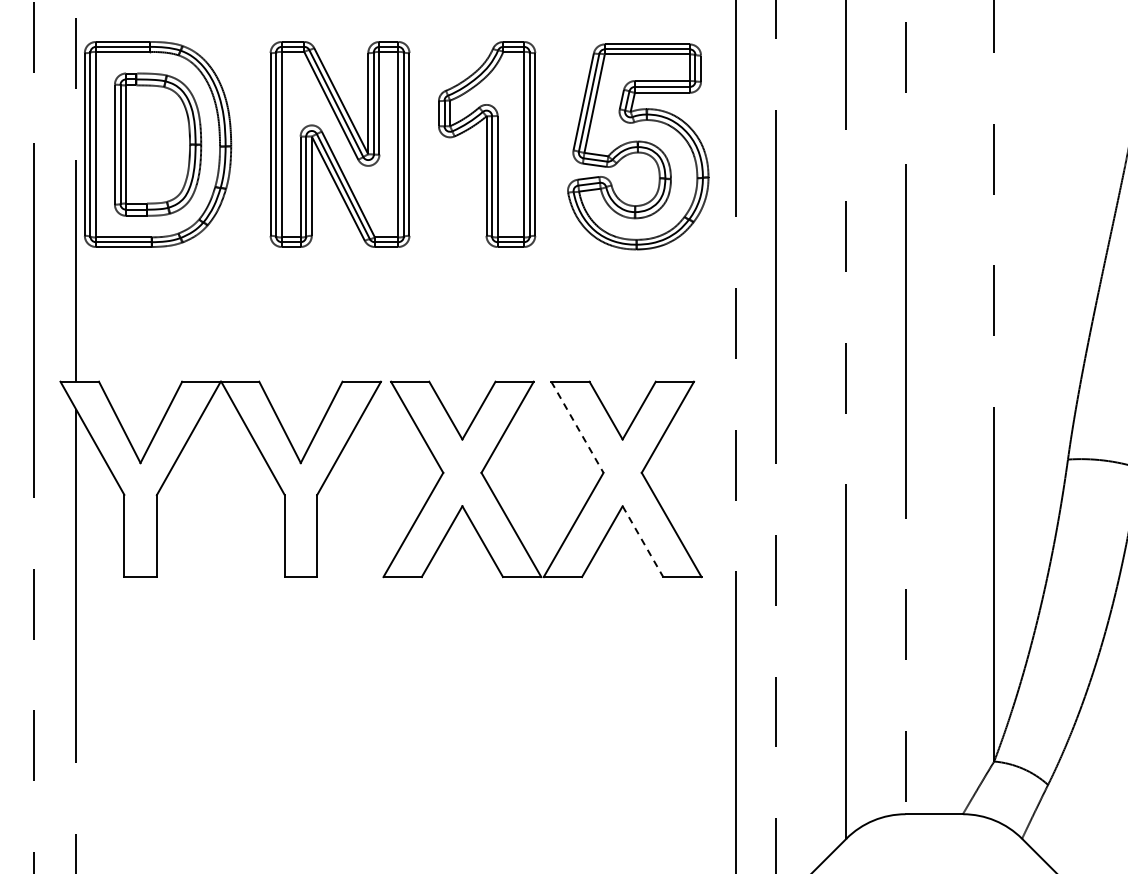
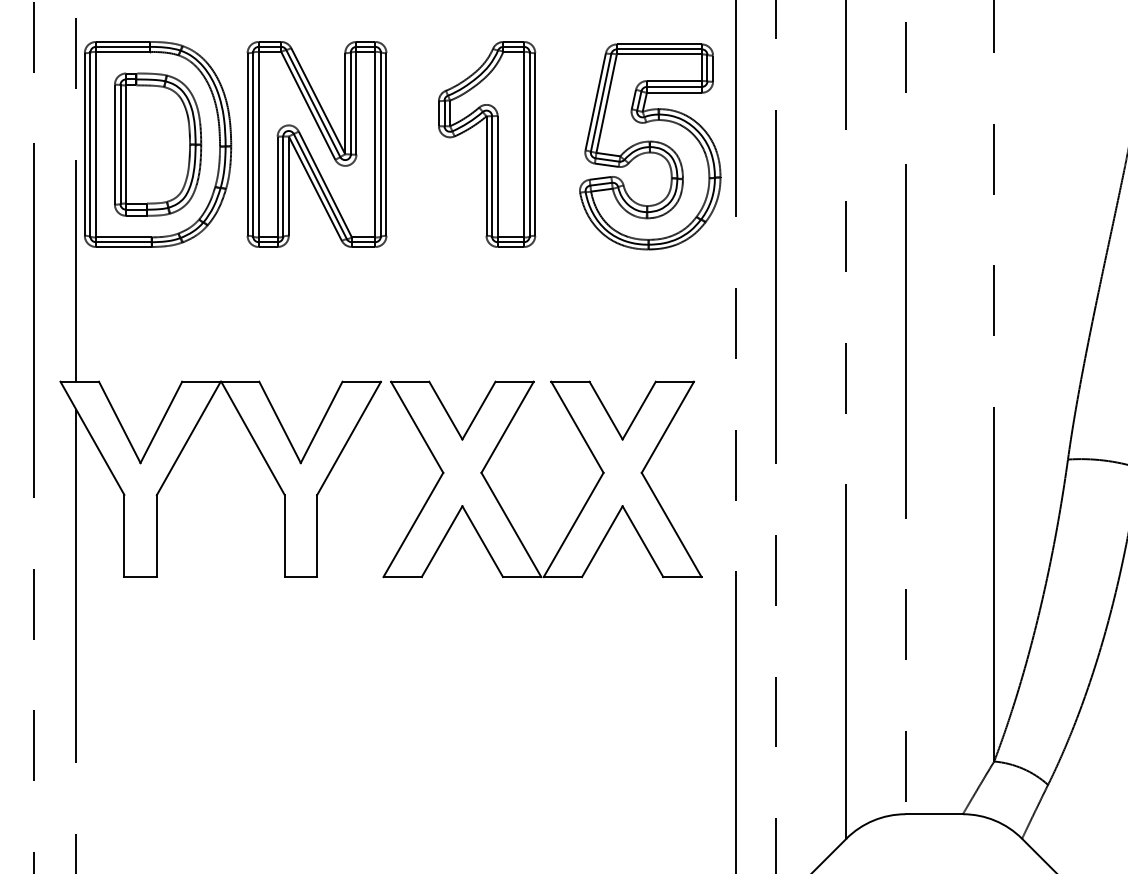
part at (339, 144) position: (339, 144) -> (316, 144)
part at (638, 146) position: (638, 146) -> (650, 146)
line at (577, 427): dashed -> solid
line at (642, 541): dashed -> solid
